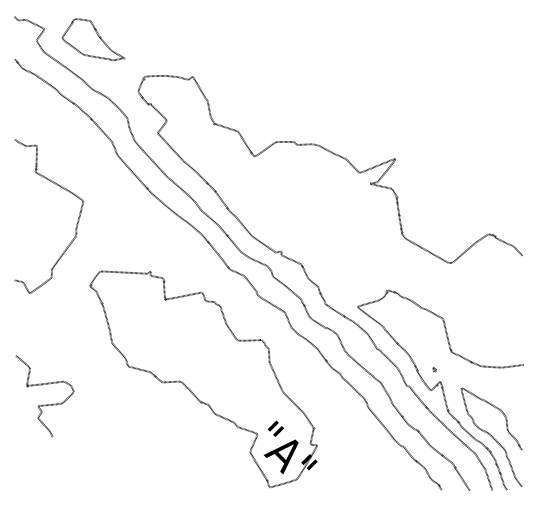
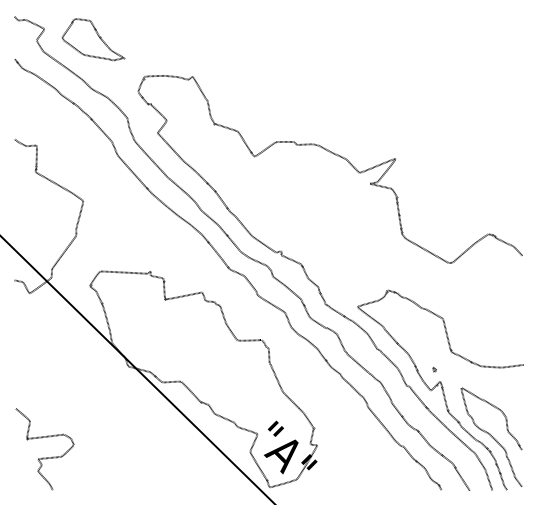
line at (137, 369): none -> present
curve at (44, 404) position: (44, 404) -> (44, 457)
